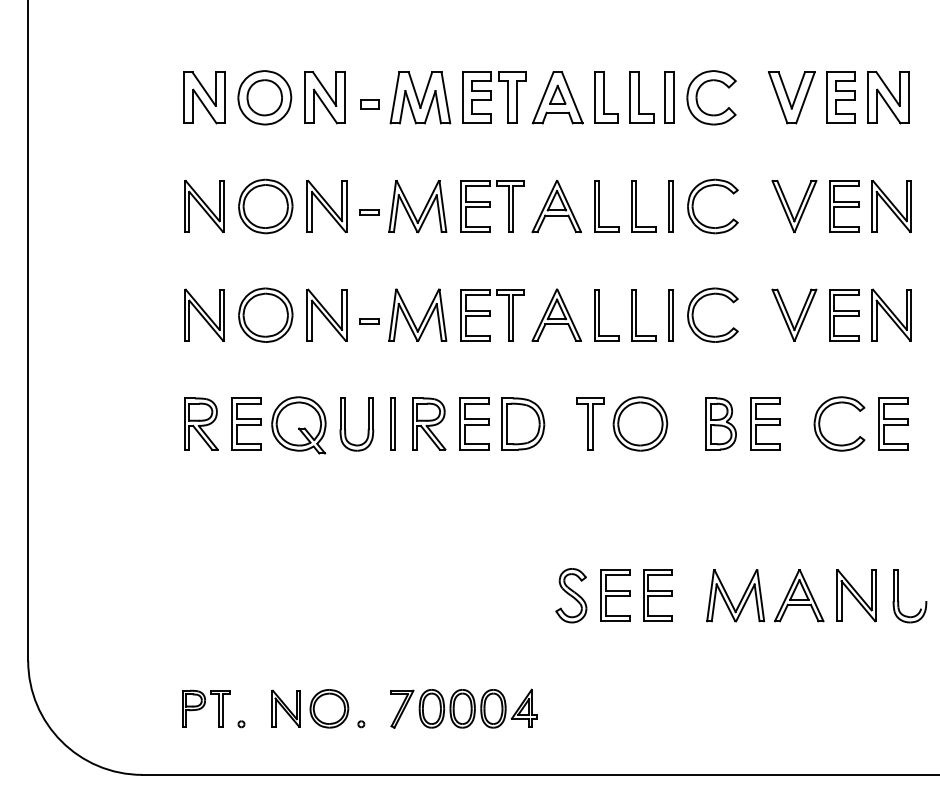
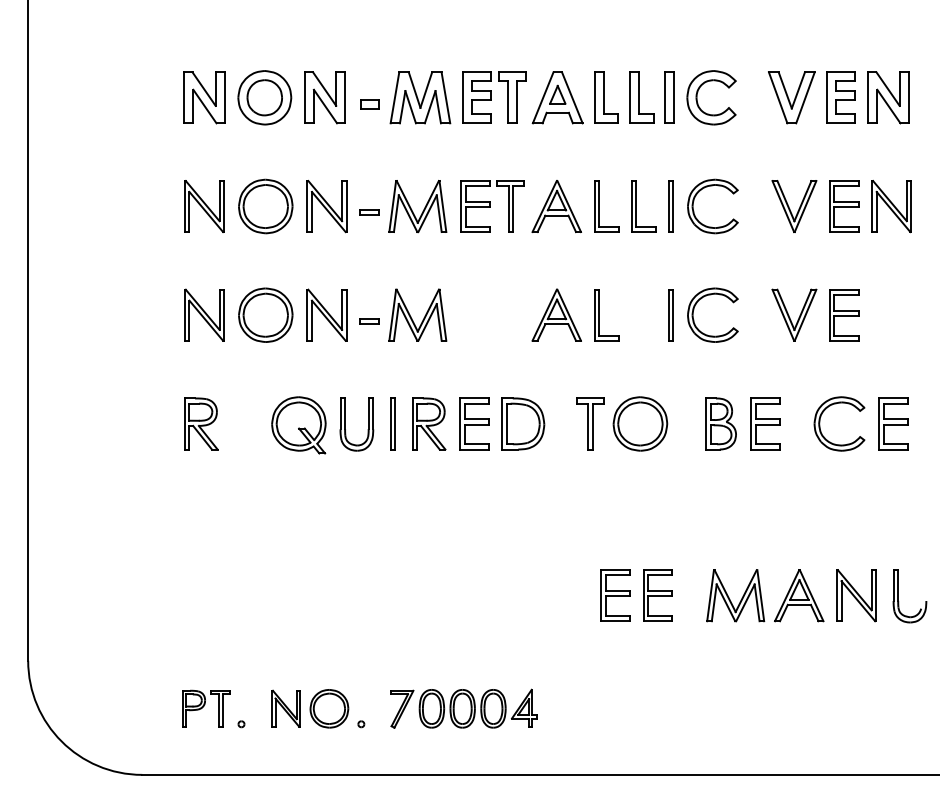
part at (891, 314): present -> none
part at (492, 315): present -> none
part at (636, 315): present -> none
part at (246, 423): present -> none
part at (571, 595): present -> none
